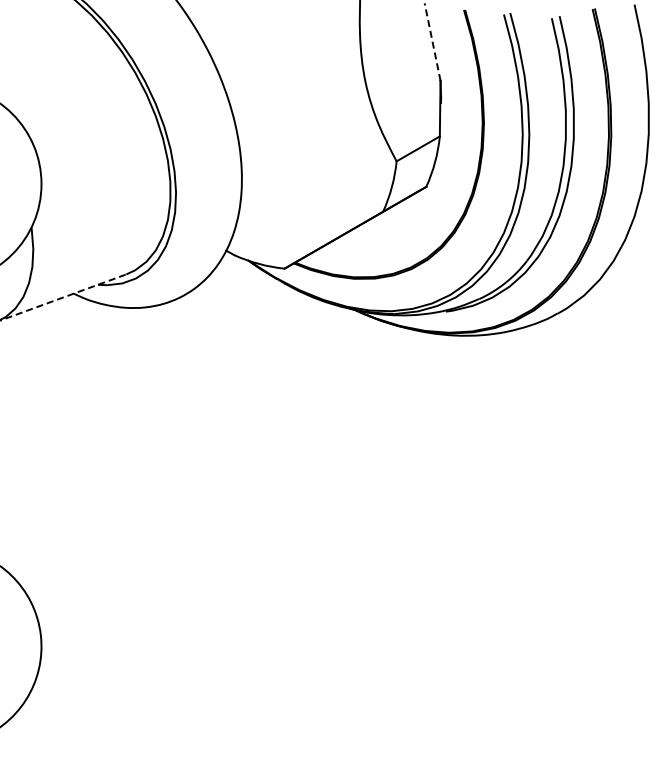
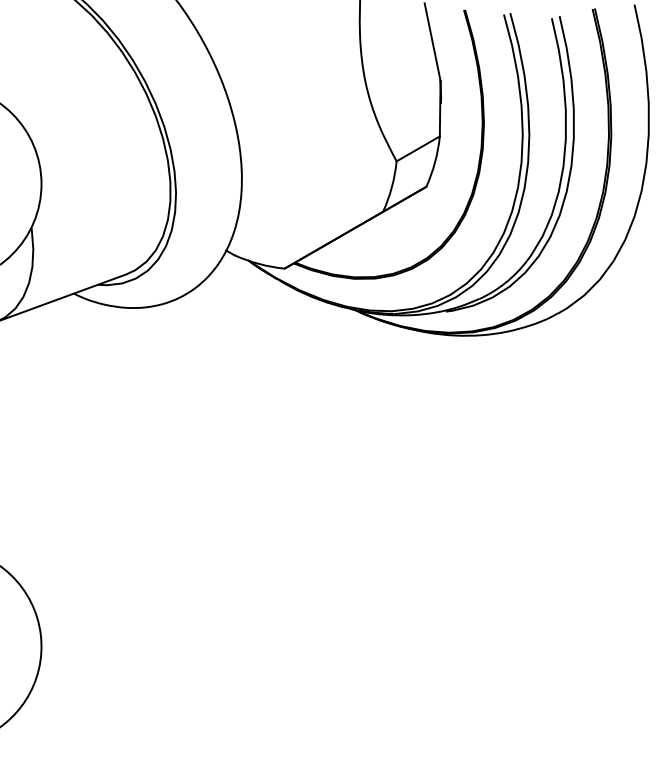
line at (432, 42): dashed -> solid
line at (63, 297): dashed -> solid
